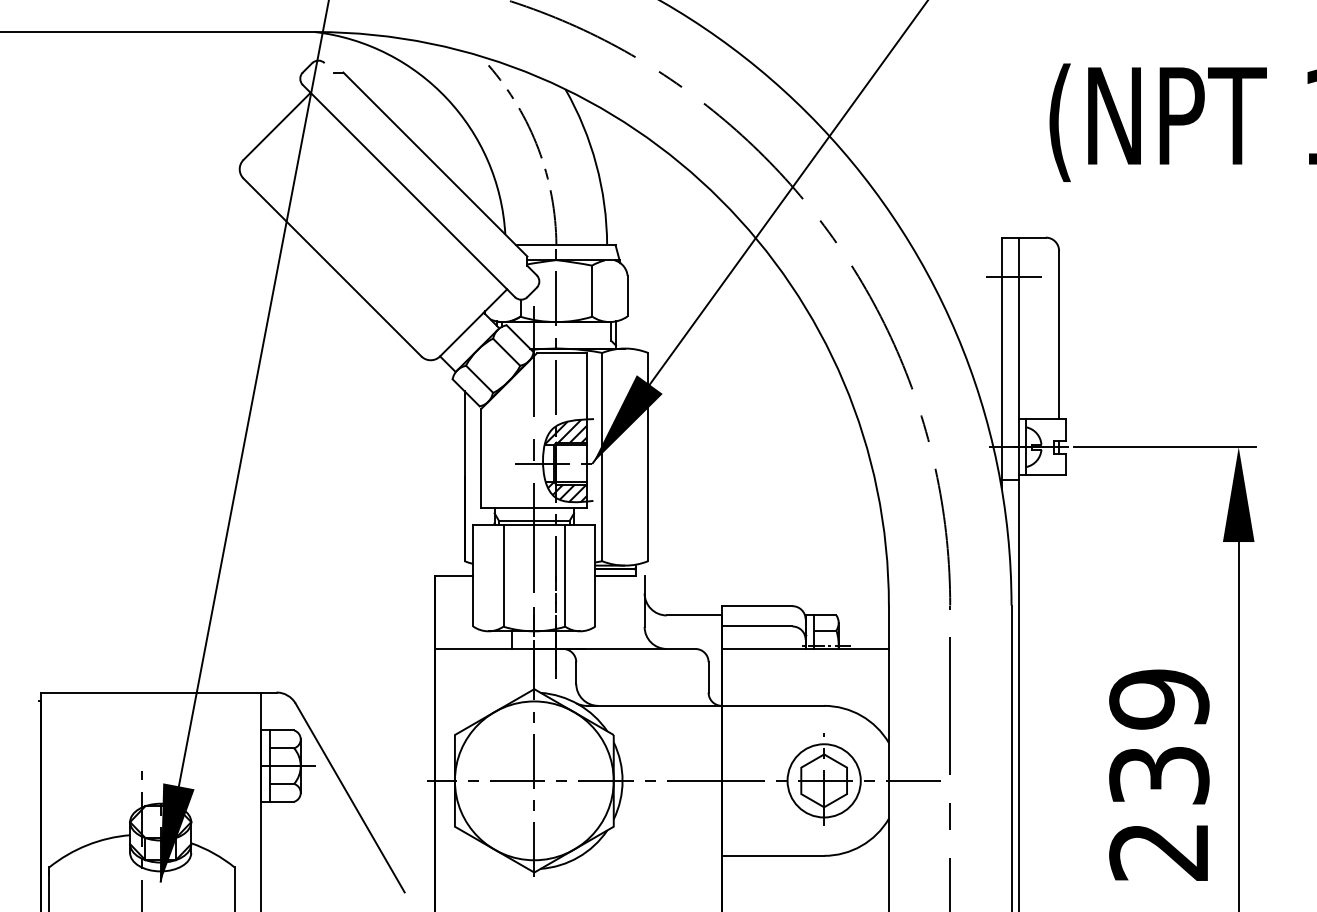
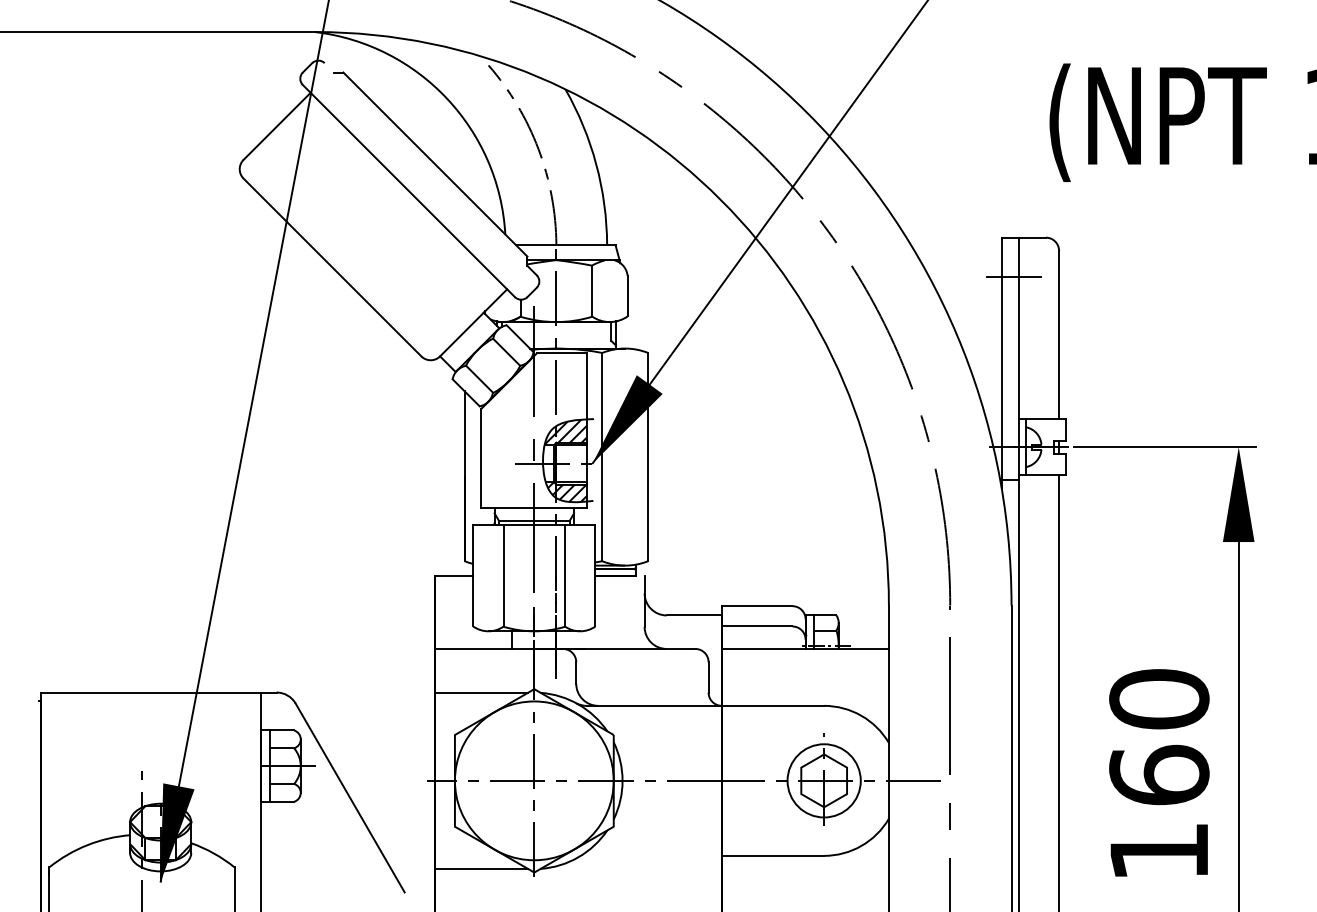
line at (1059, 691): none -> present
line at (481, 692): none -> present
text at (1159, 774): 239 -> 160
line at (481, 869): none -> present
